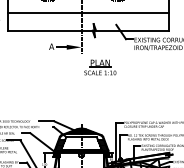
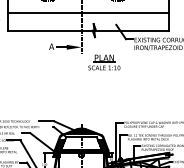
part at (100, 67) position: (100, 67) -> (104, 62)
